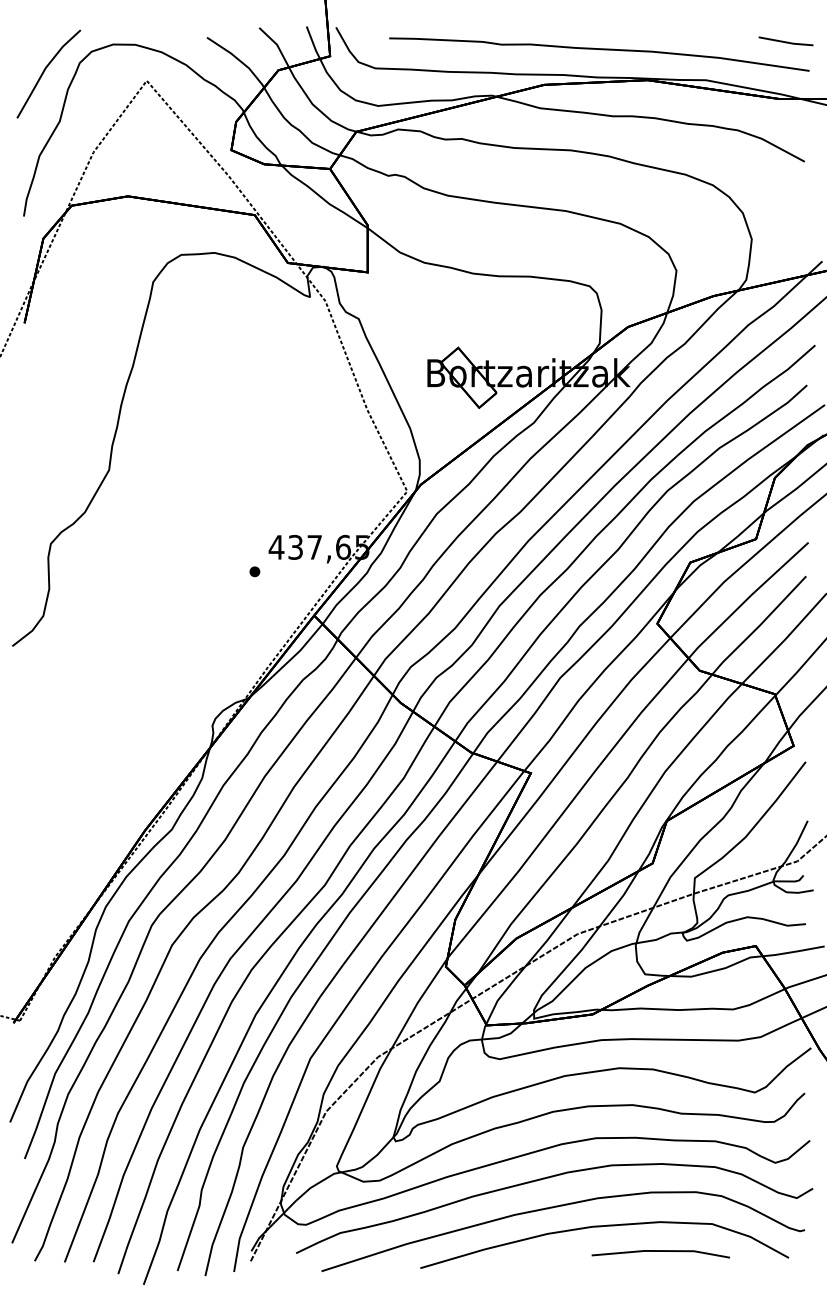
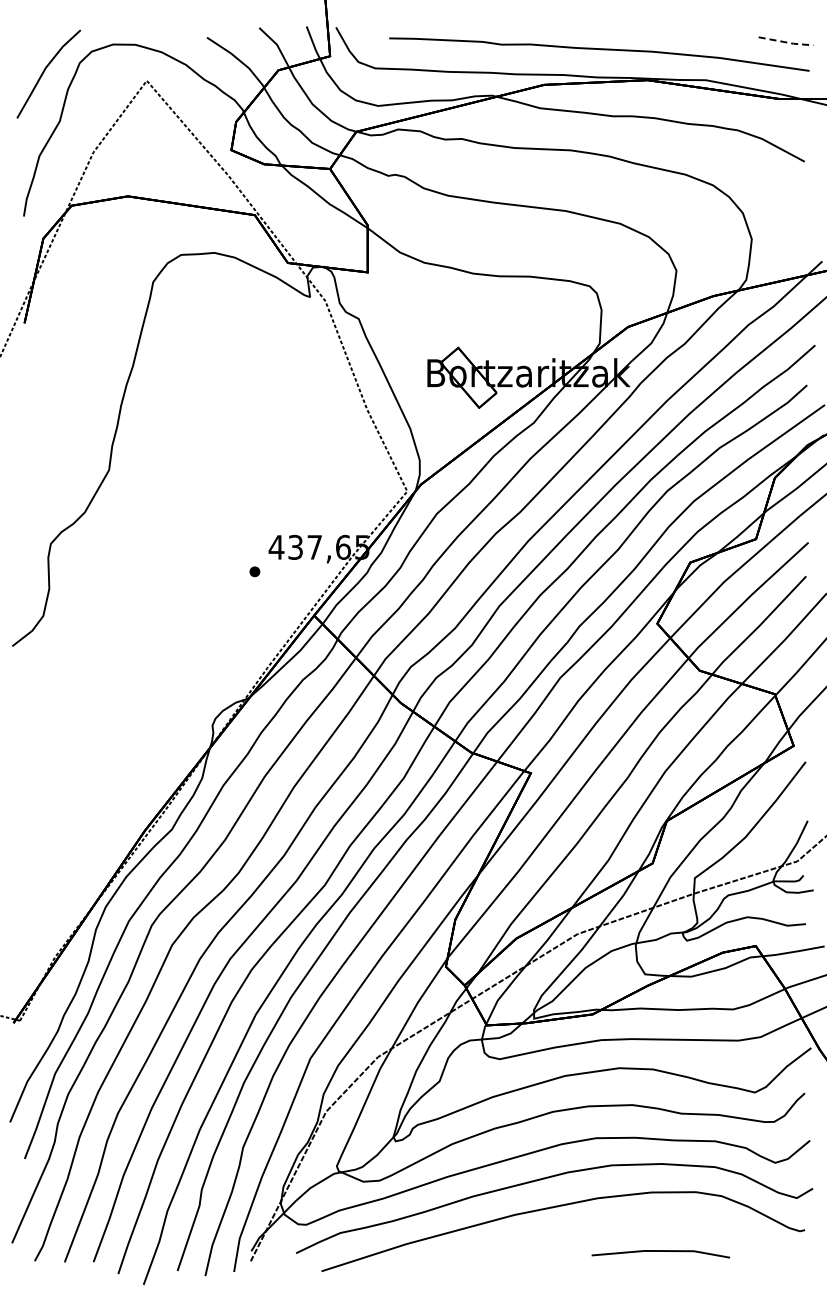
line at (786, 42): solid -> dashed
curve at (601, 1227): present -> none
